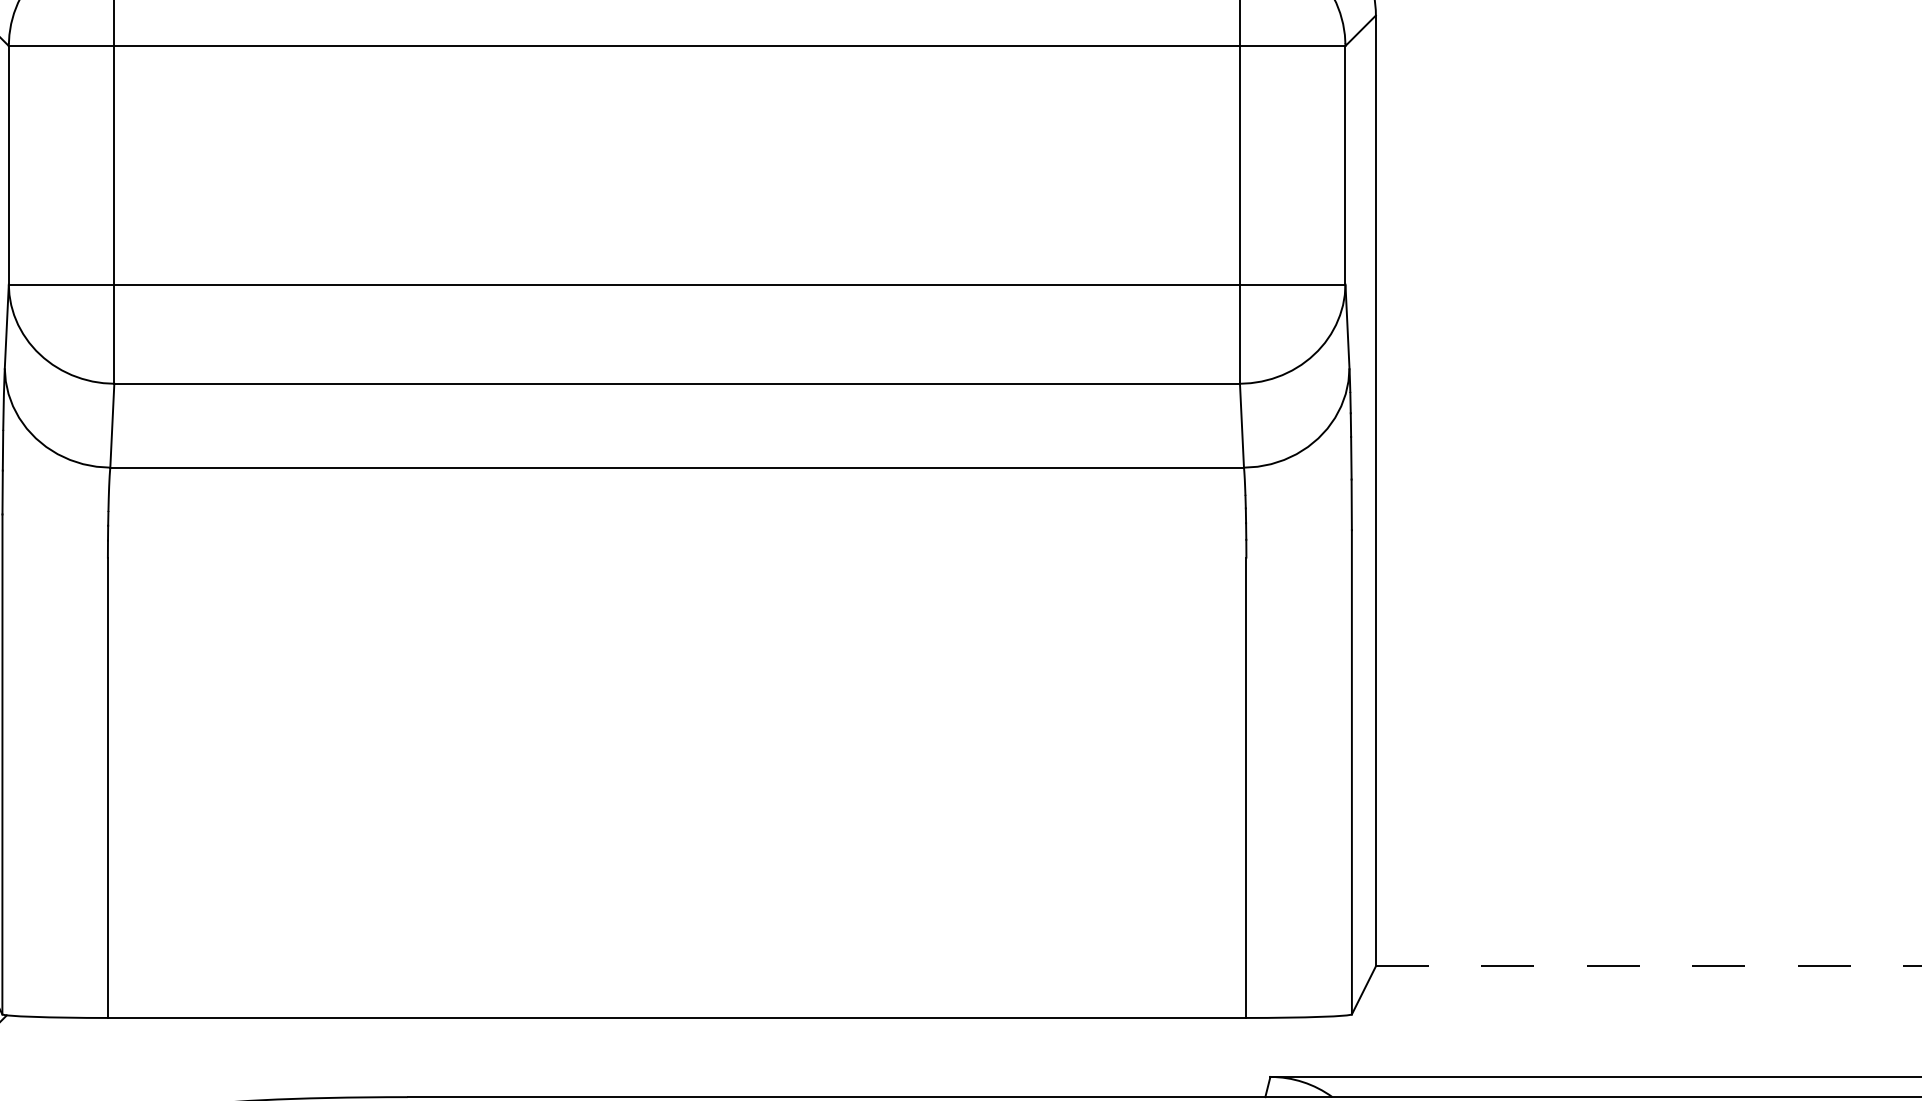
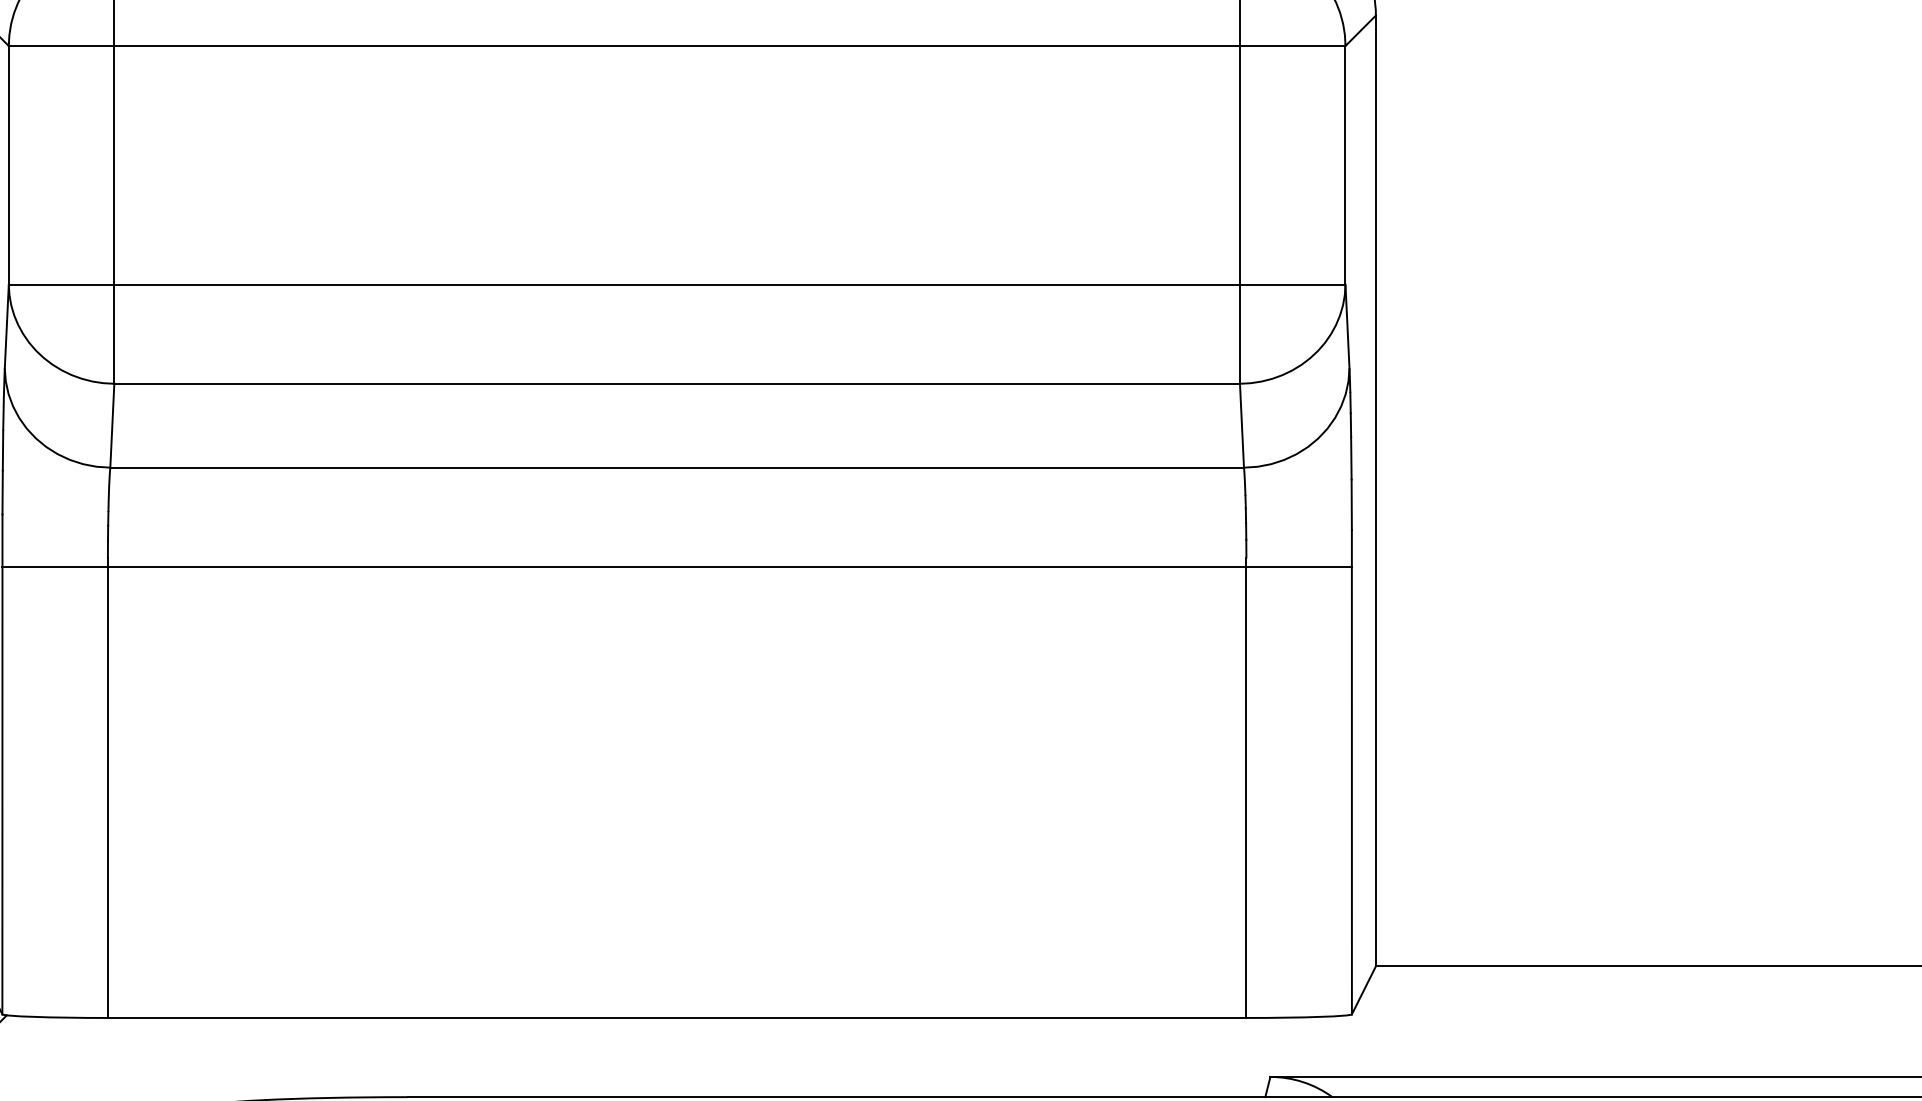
line at (676, 566): none -> present
line at (1648, 966): dashed -> solid
